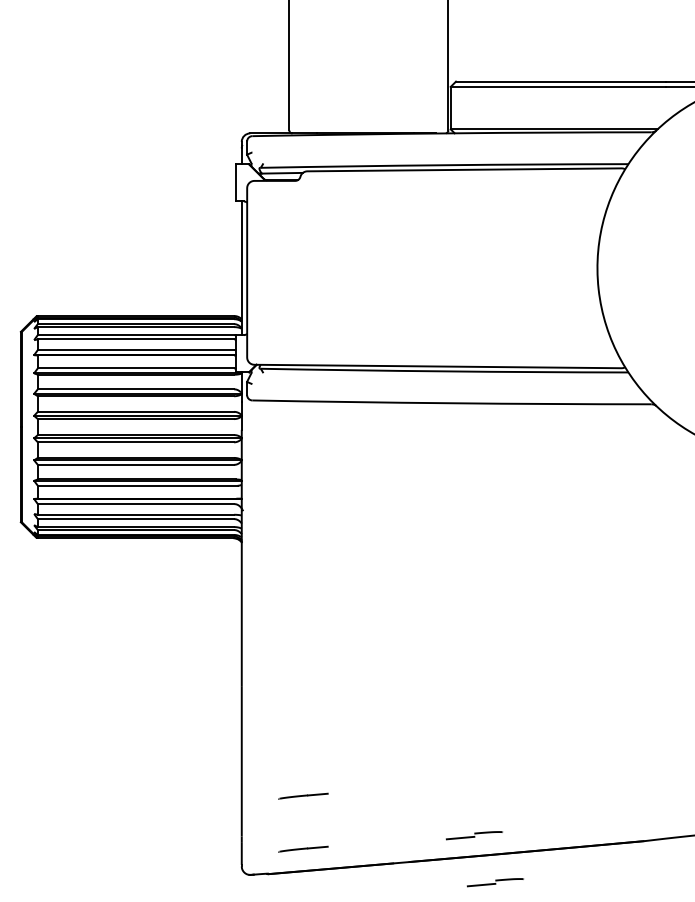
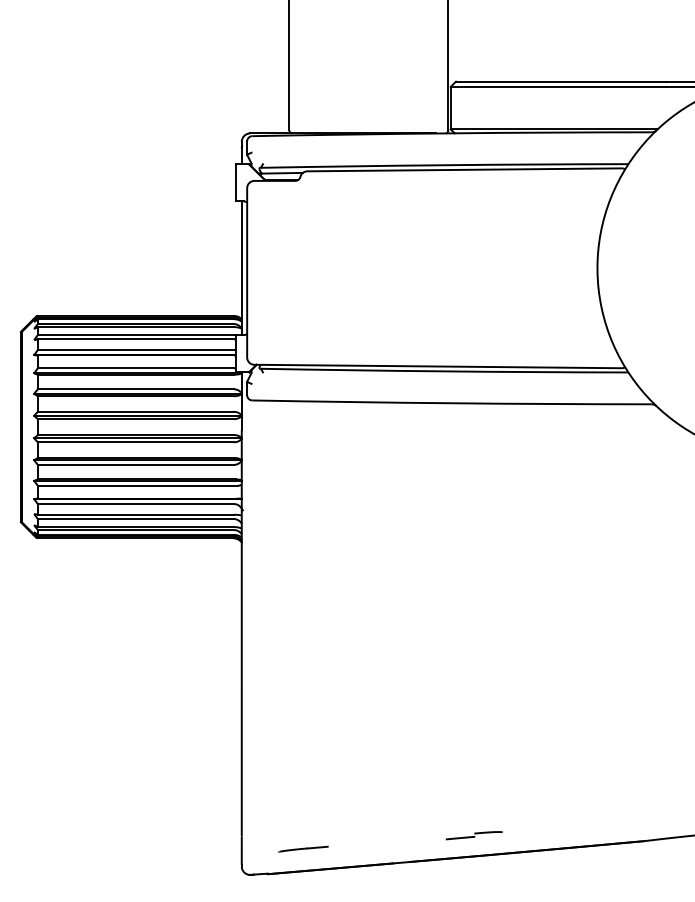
line at (303, 795): present -> none
part at (495, 882): present -> none
